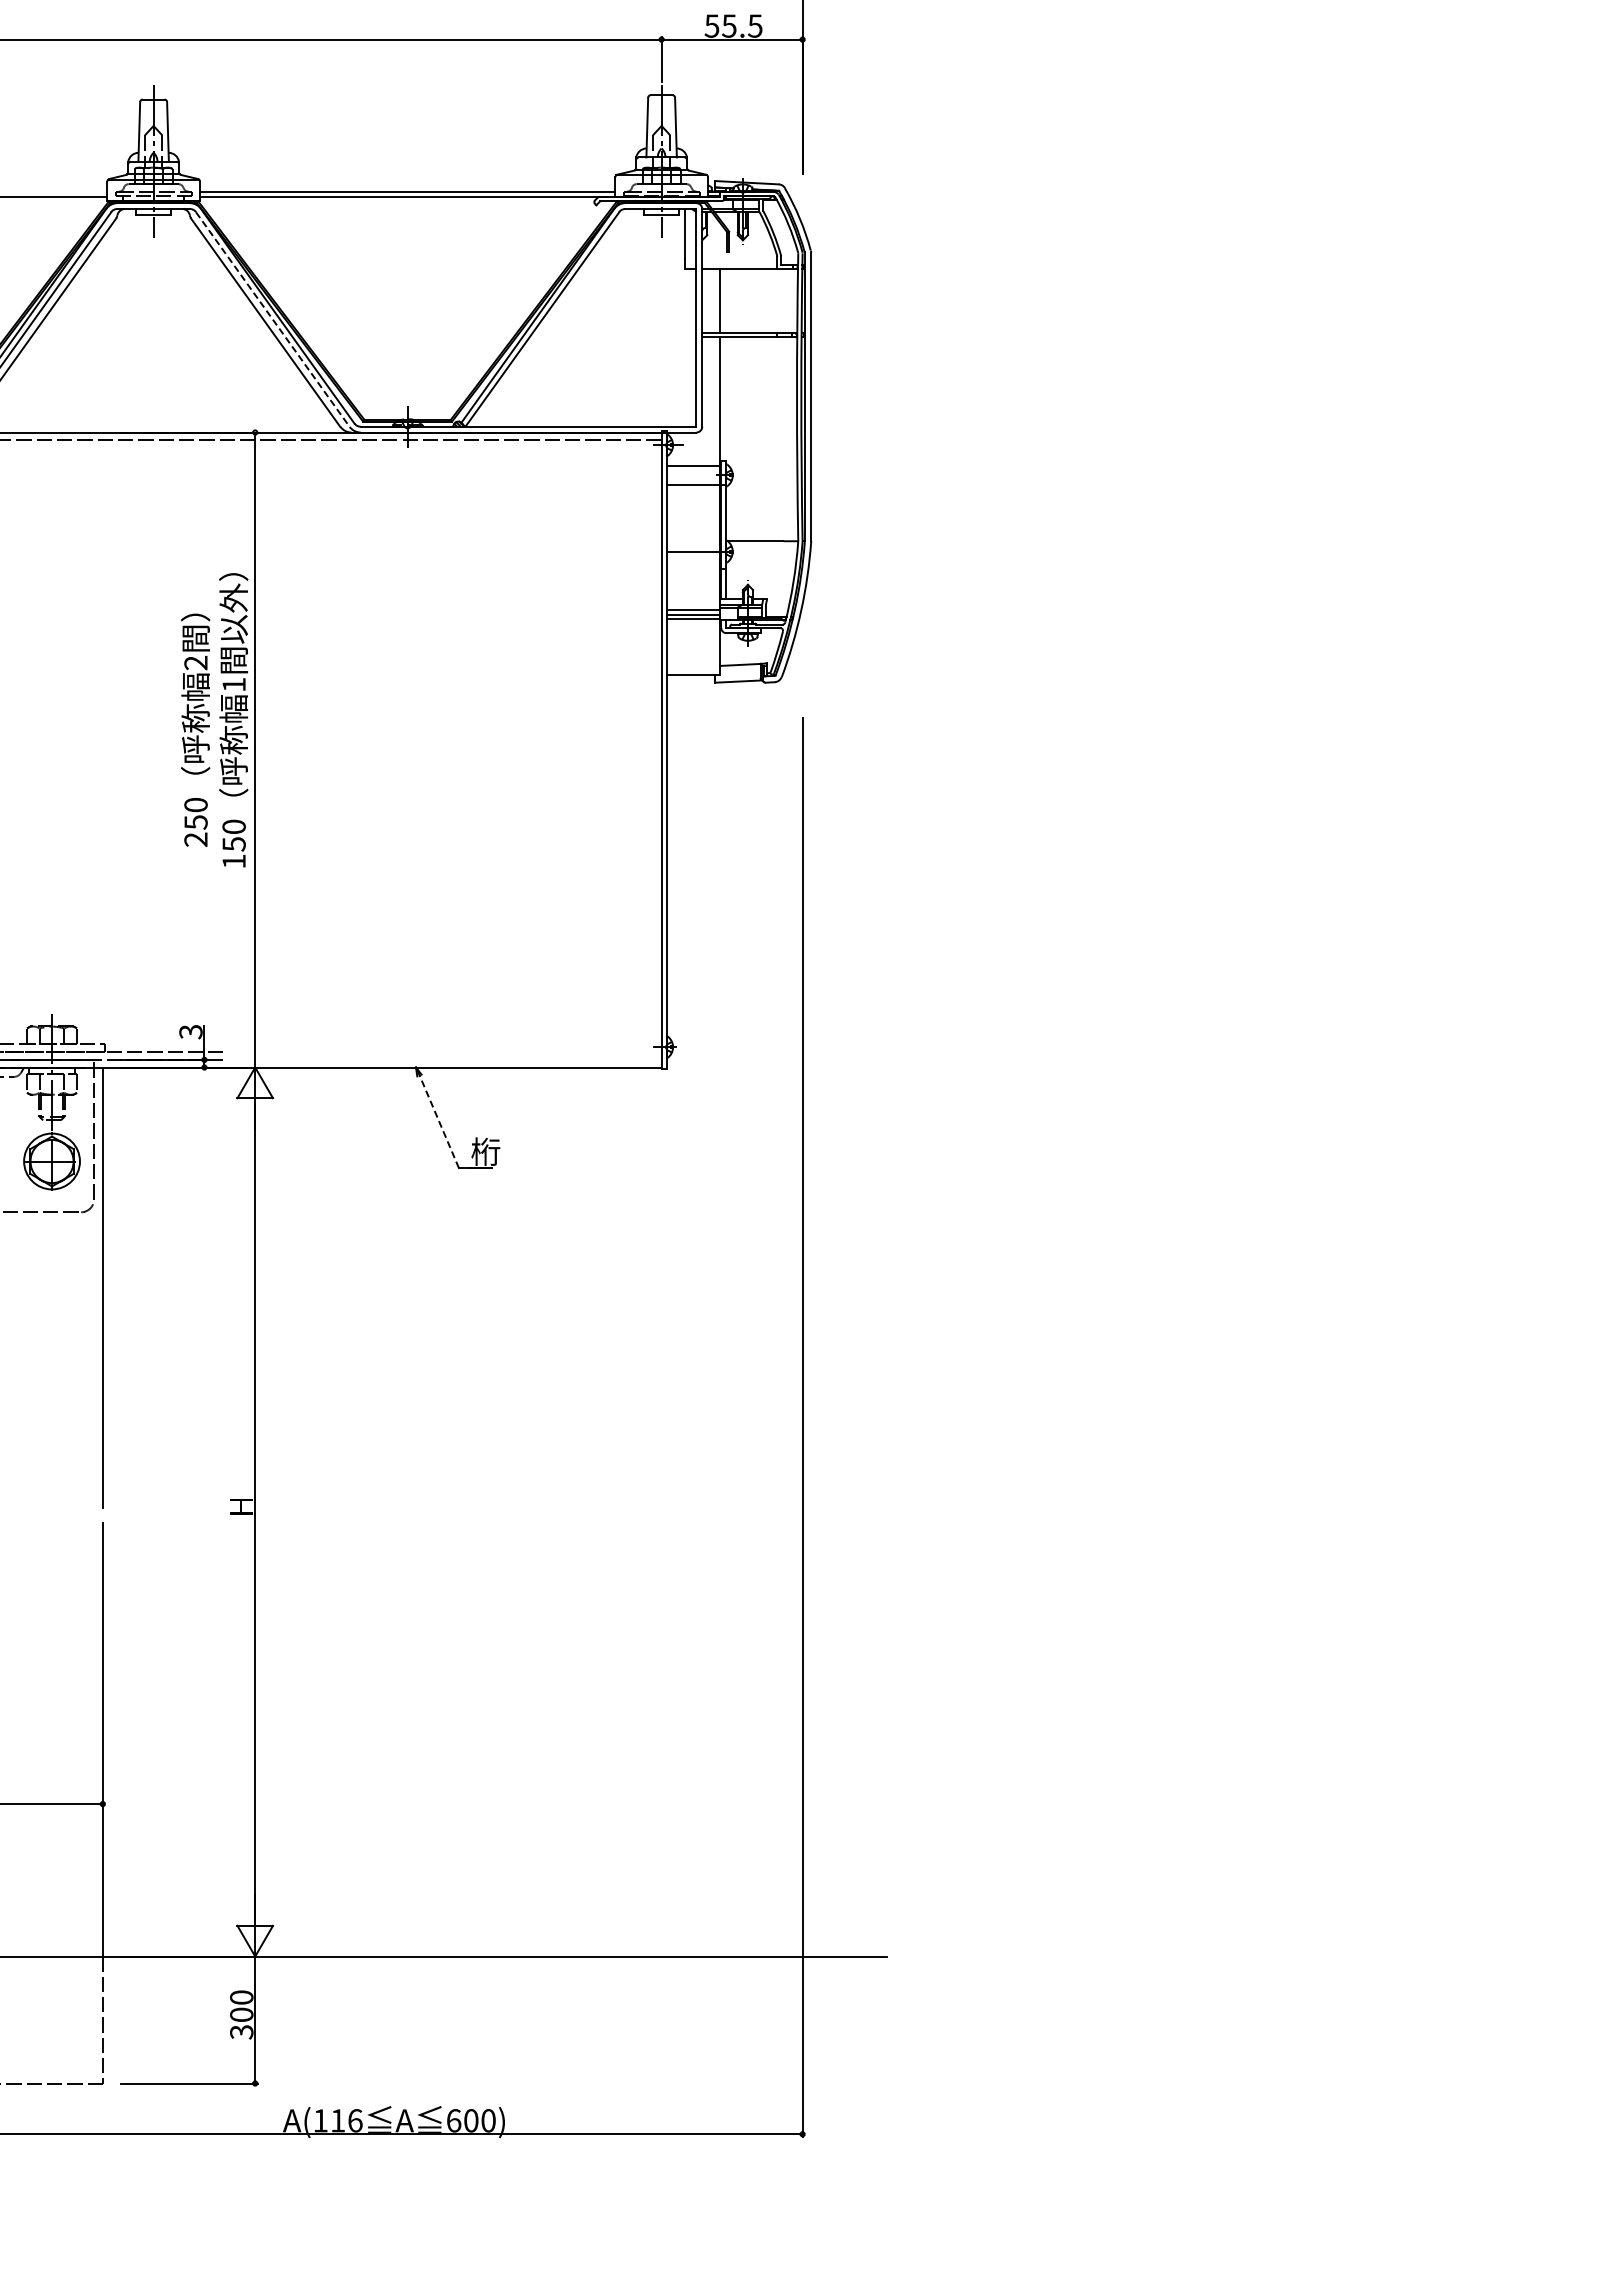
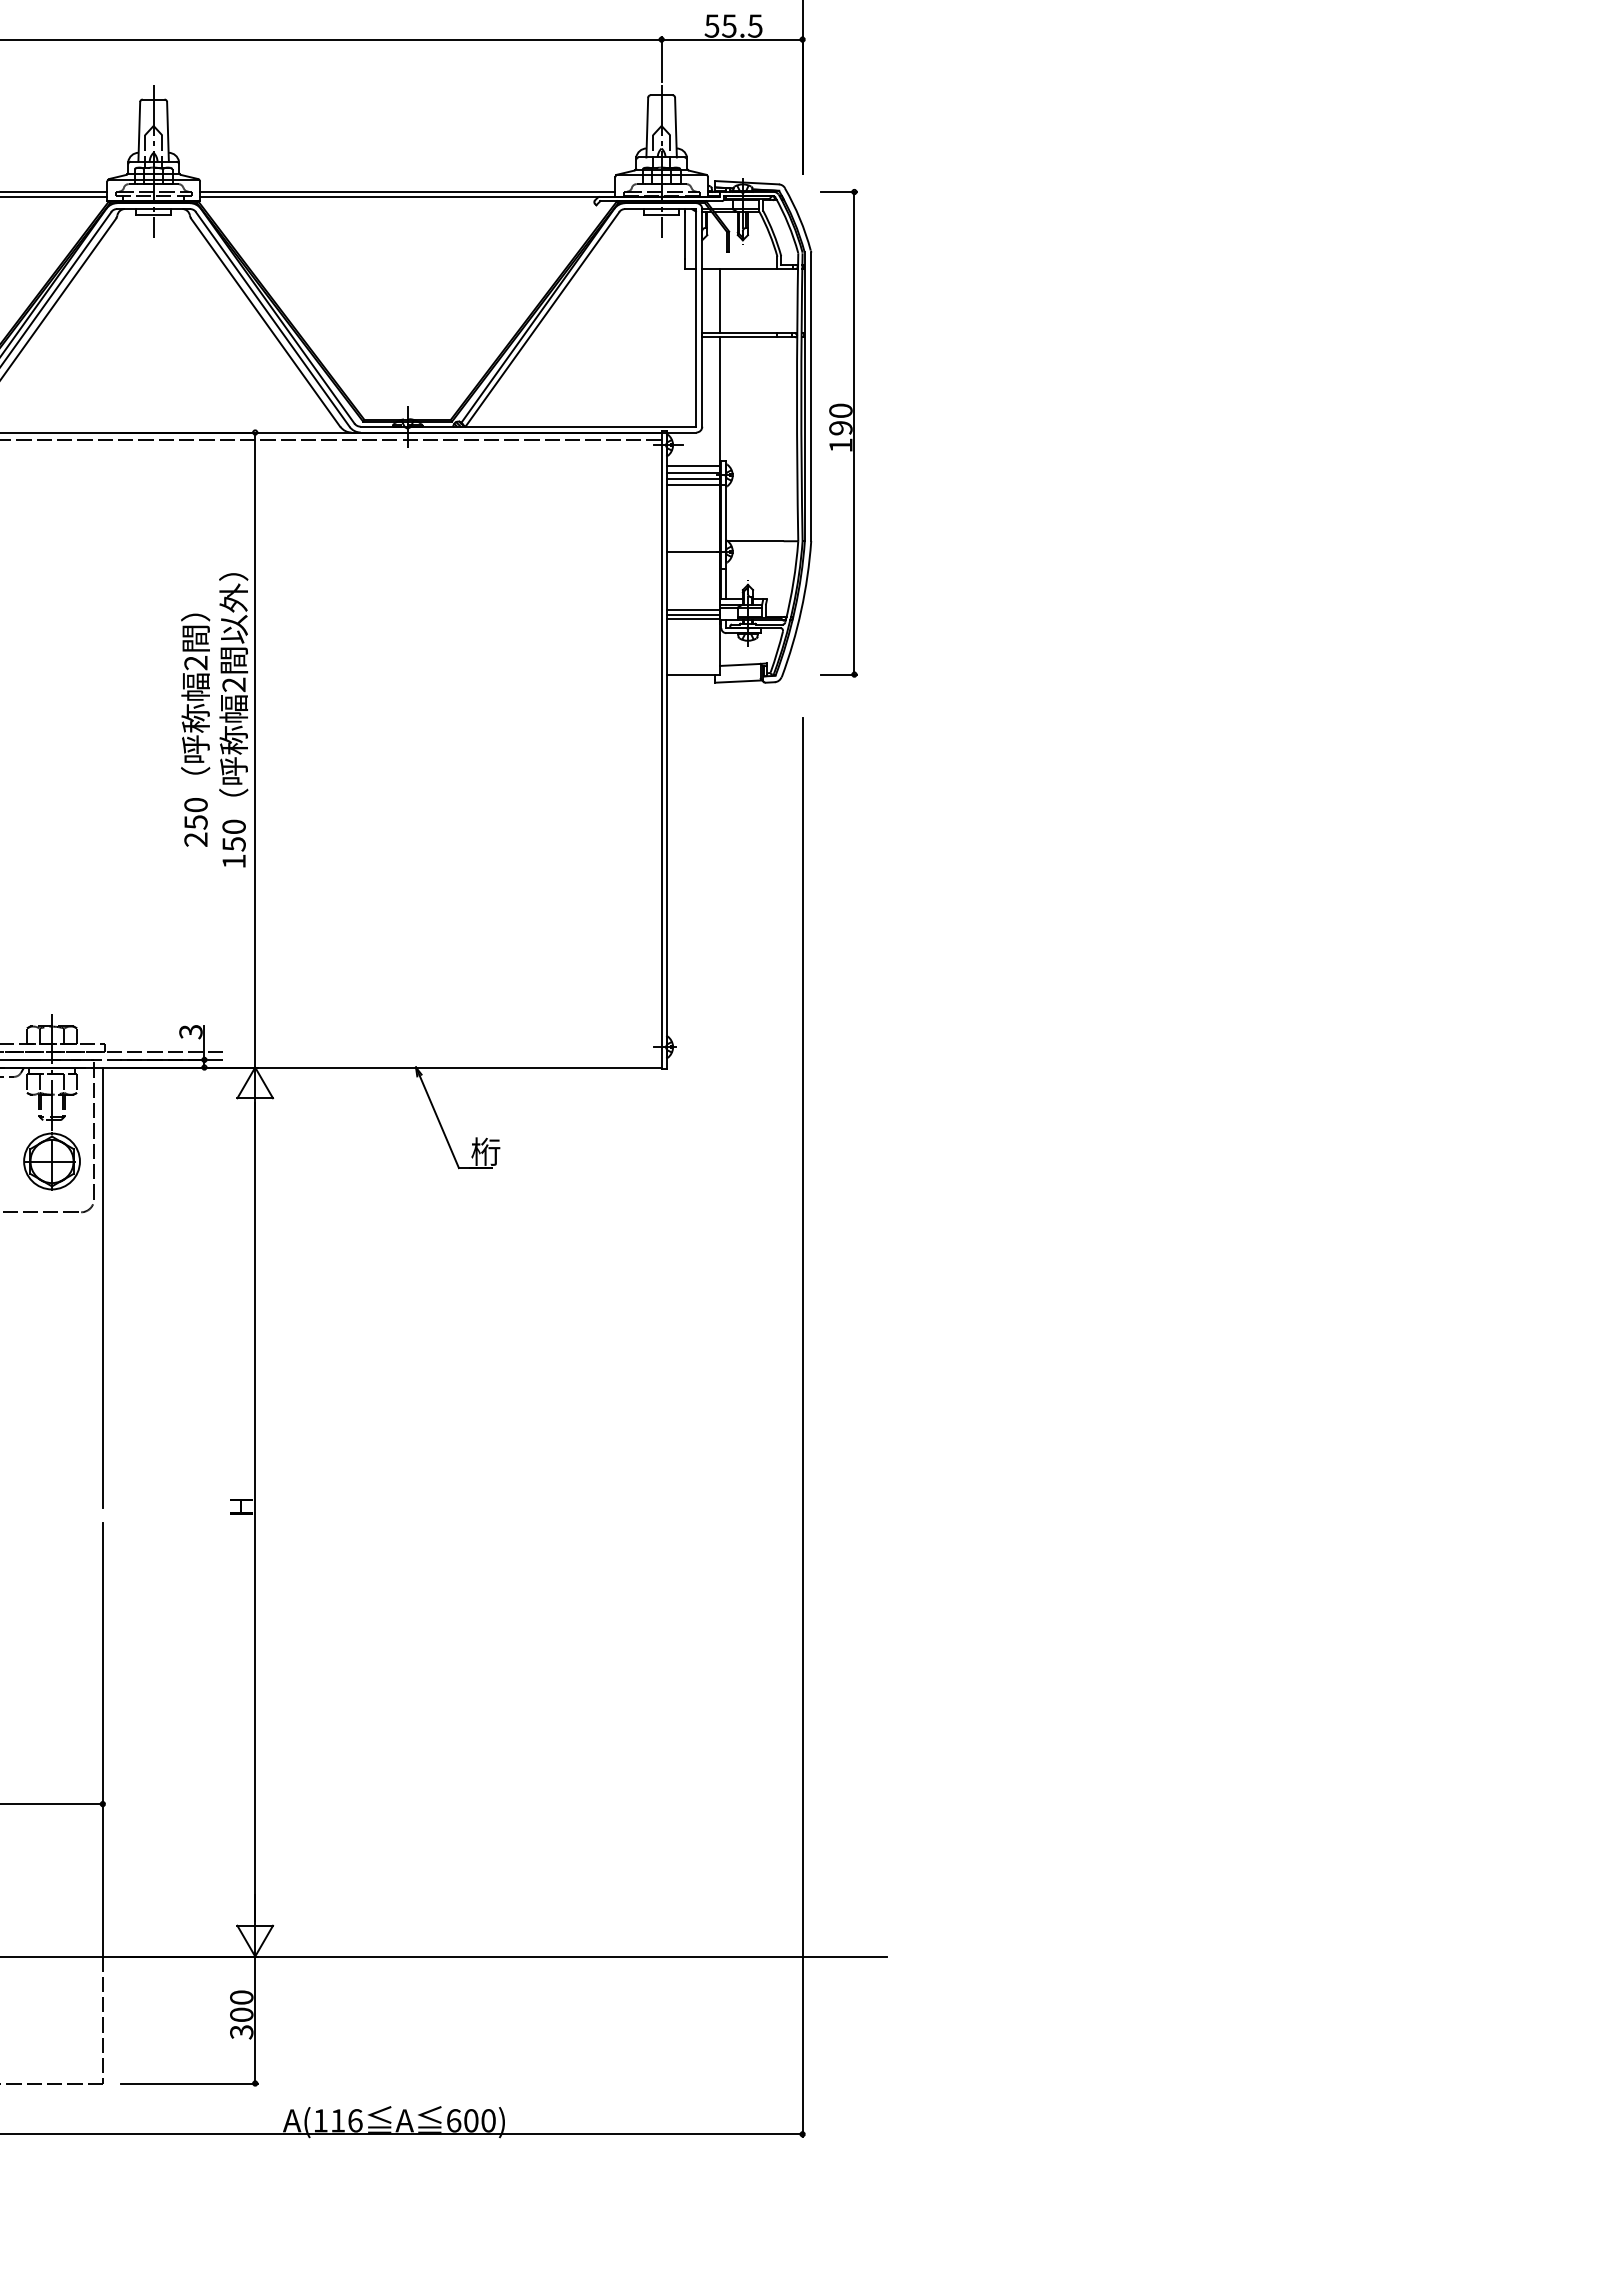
line at (54, 192): none -> present
line at (272, 319): dashed -> solid
part at (838, 433): none -> present
line at (693, 472): none -> present
line at (693, 478): none -> present
text at (233, 684): 1 -> 2
line at (439, 1121): dashed -> solid
